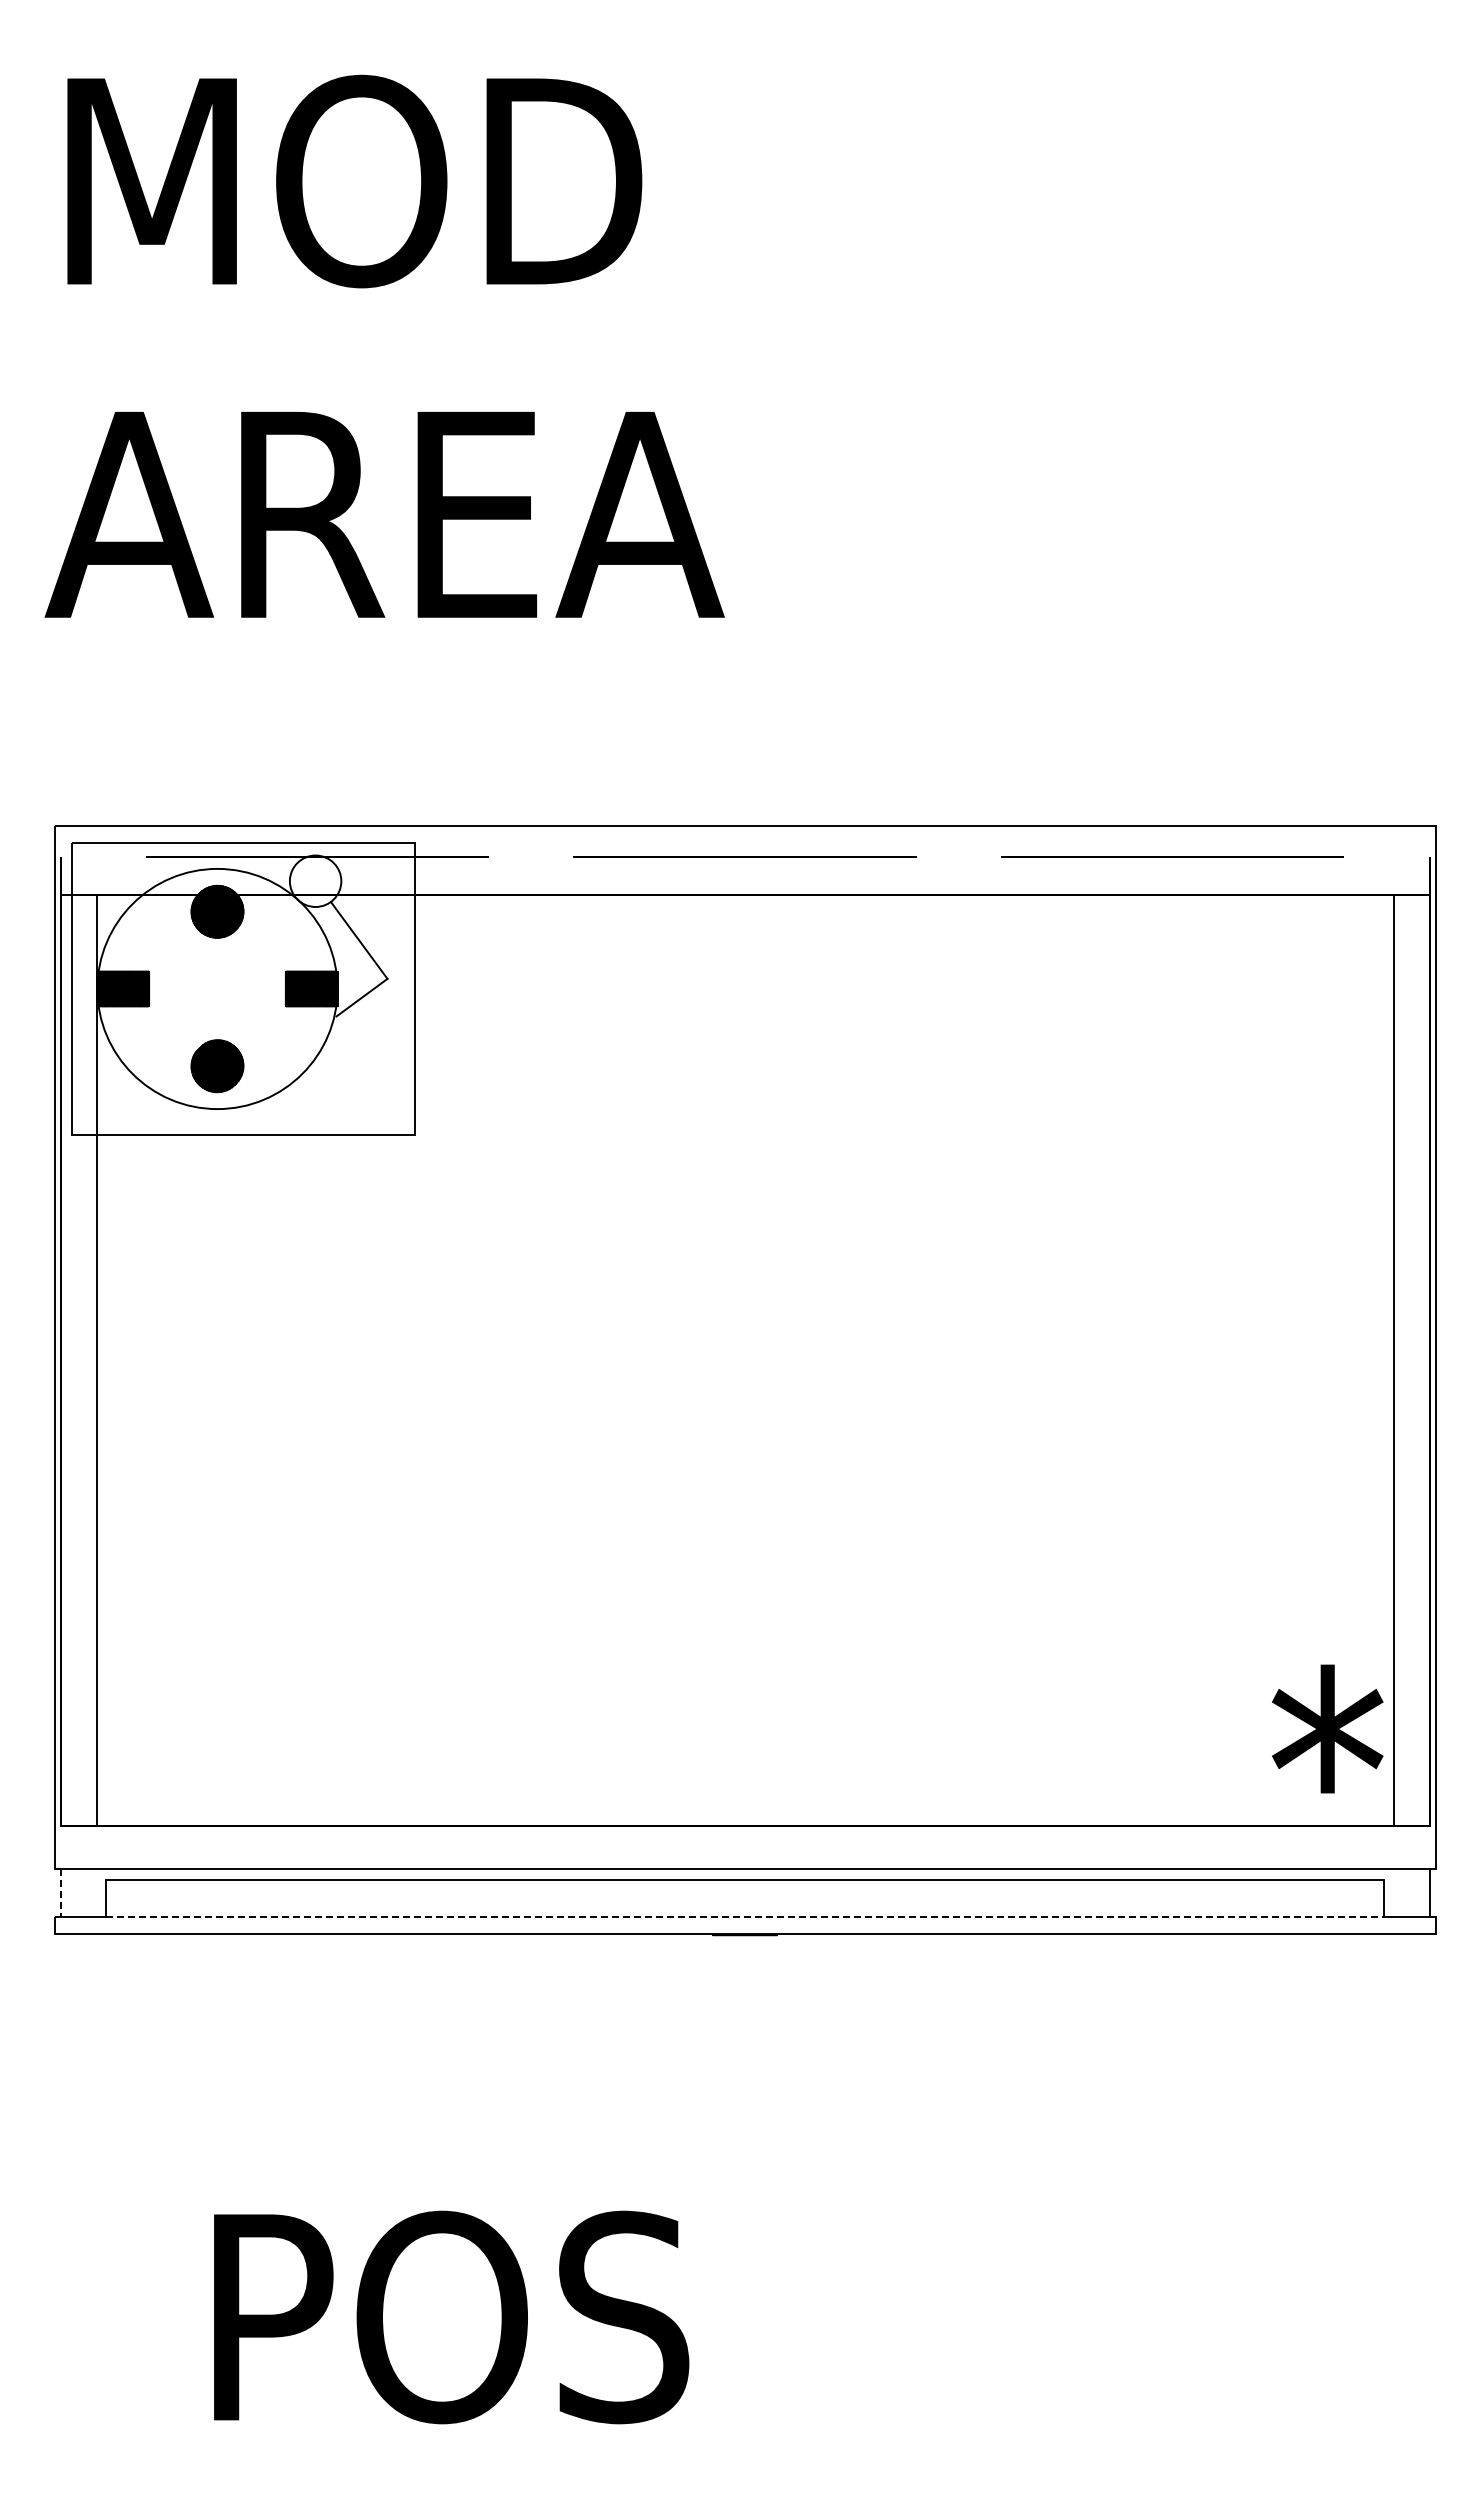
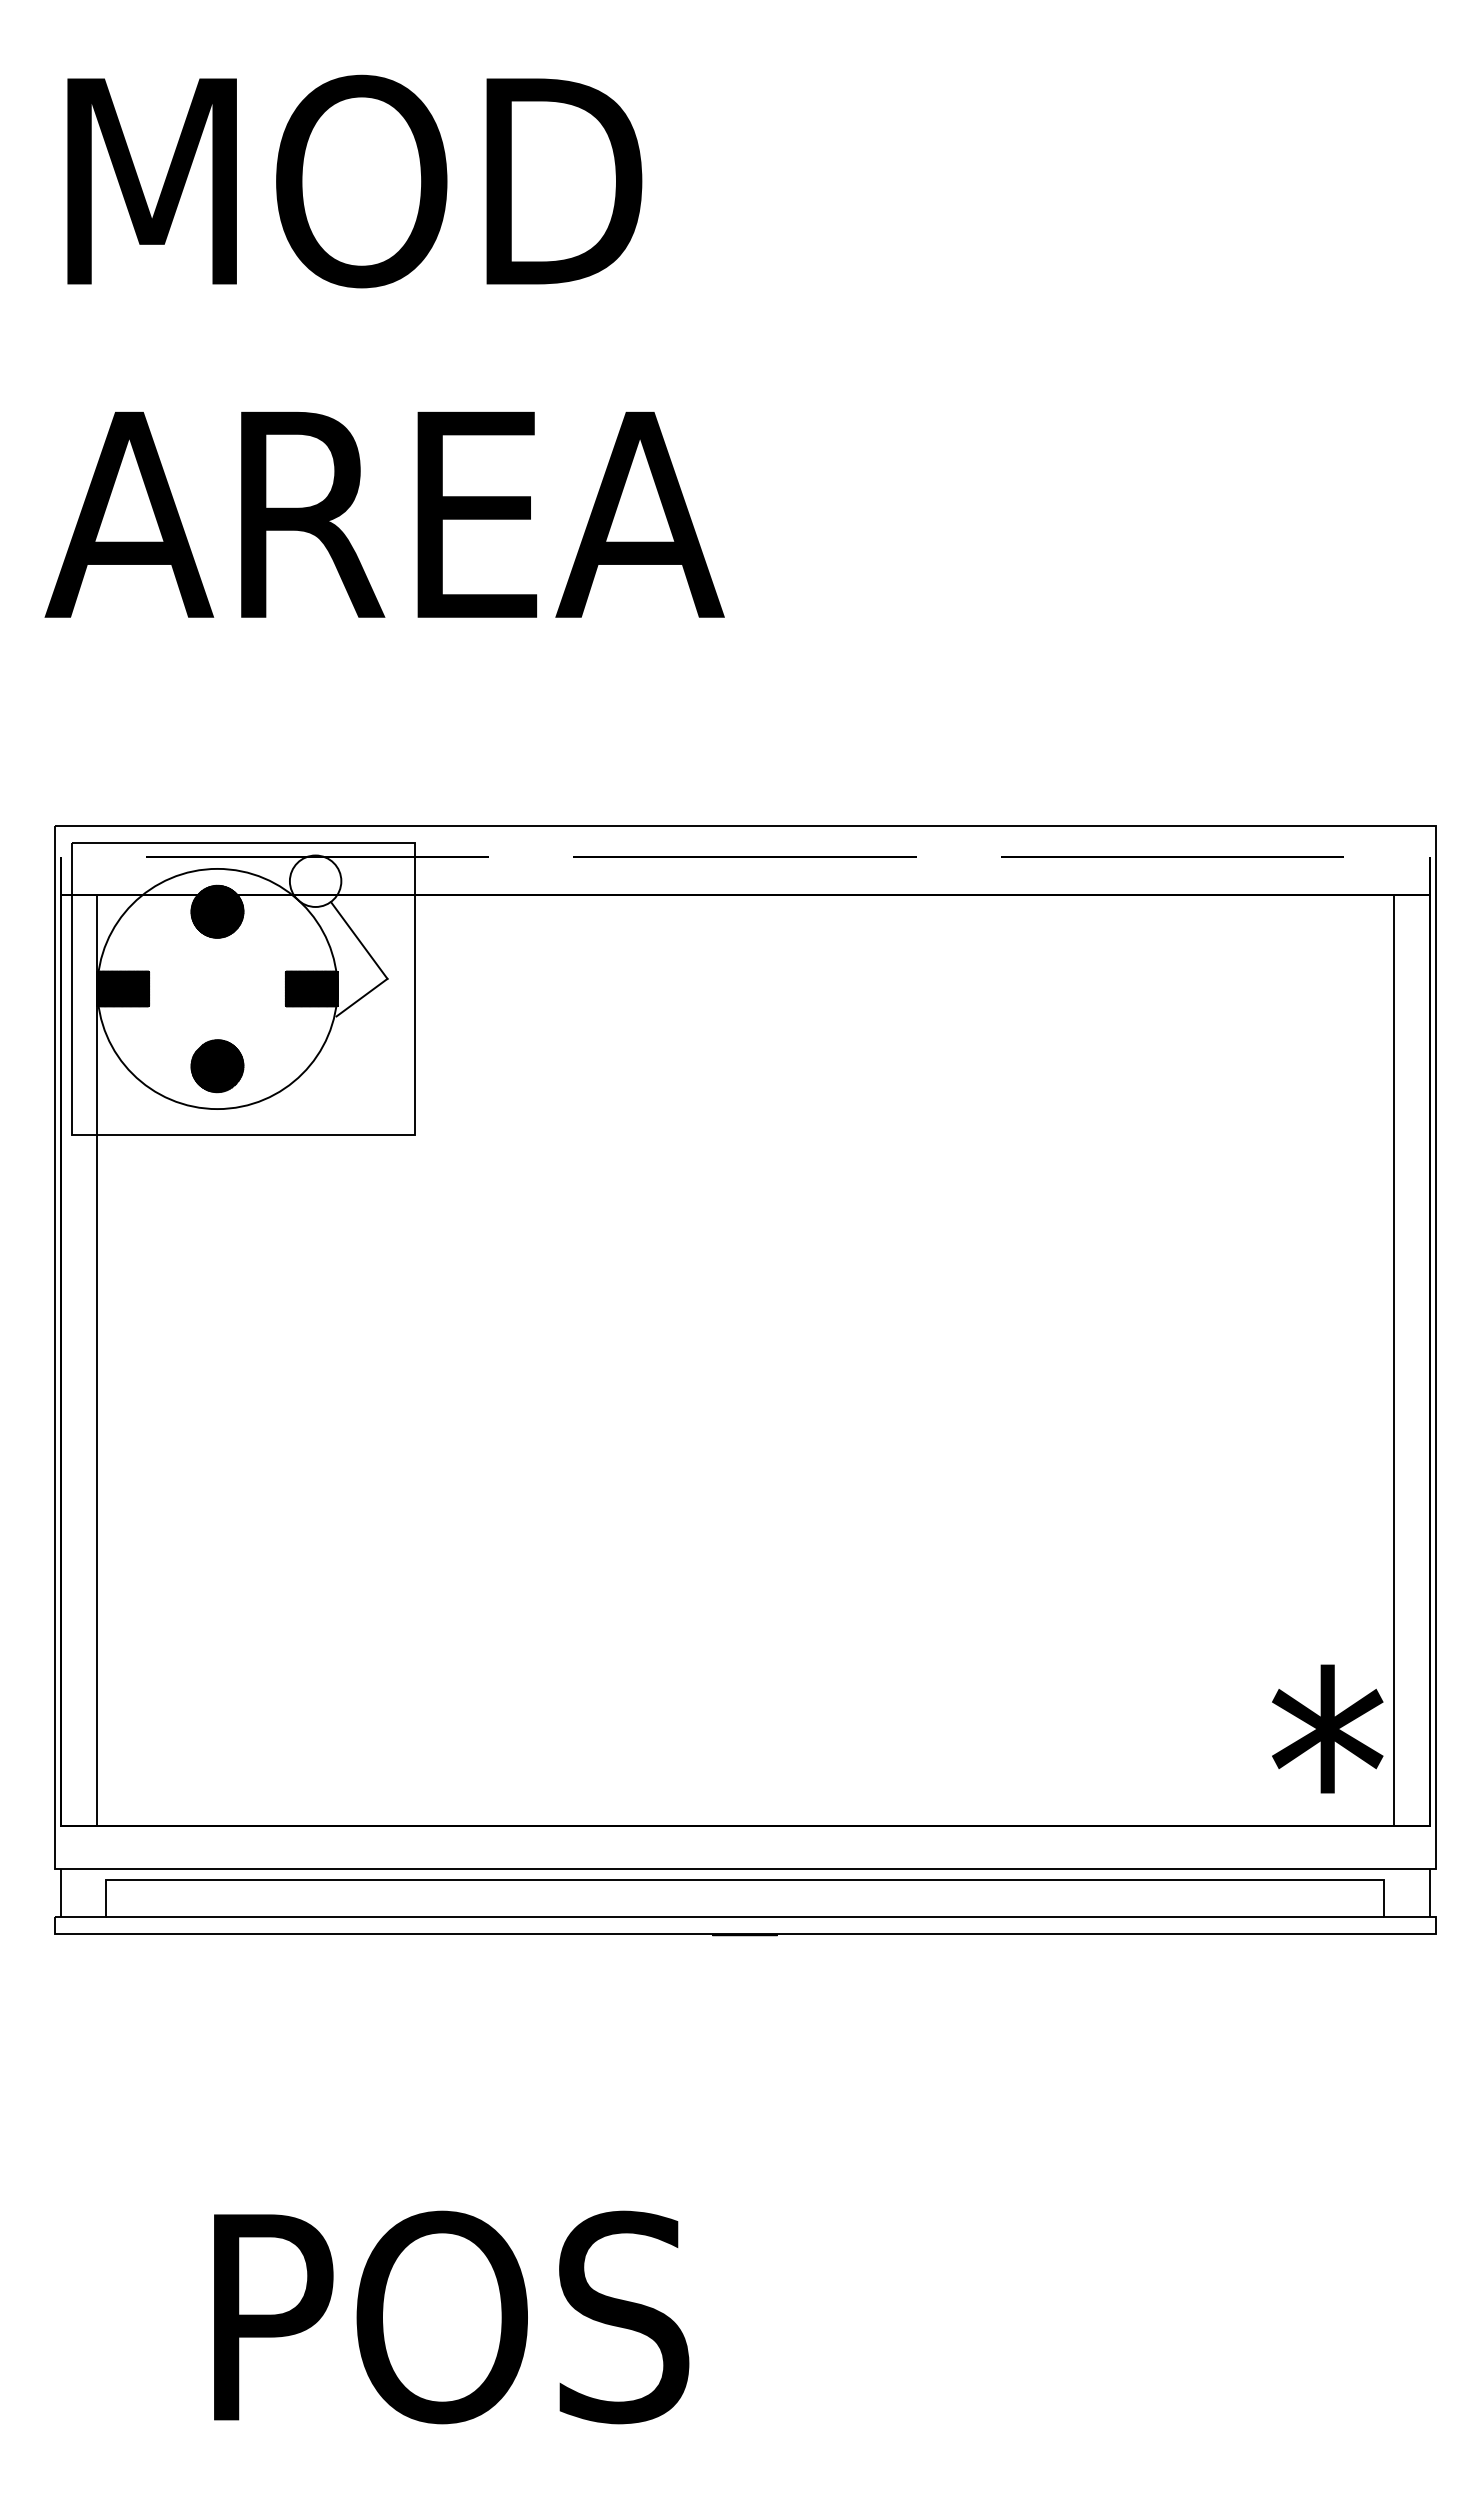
line at (60, 1893): dashed -> solid
line at (745, 1917): dashed -> solid
